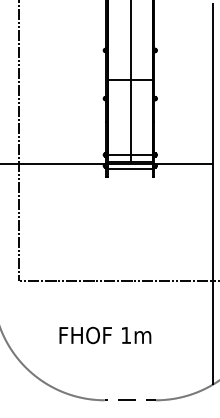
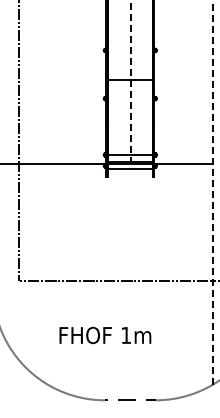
line at (131, 81): solid -> dashed
line at (212, 193): solid -> dashed
